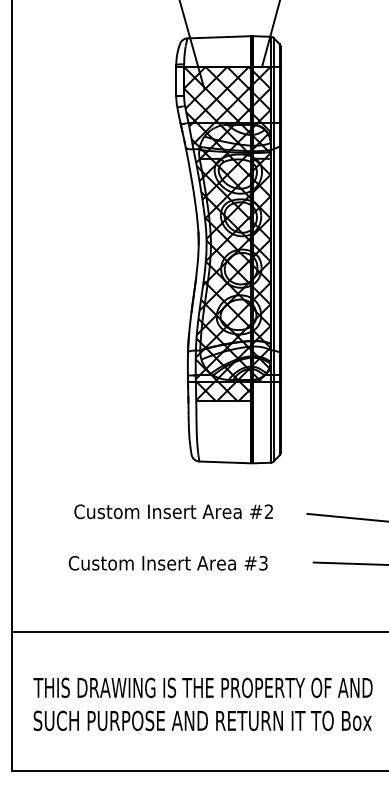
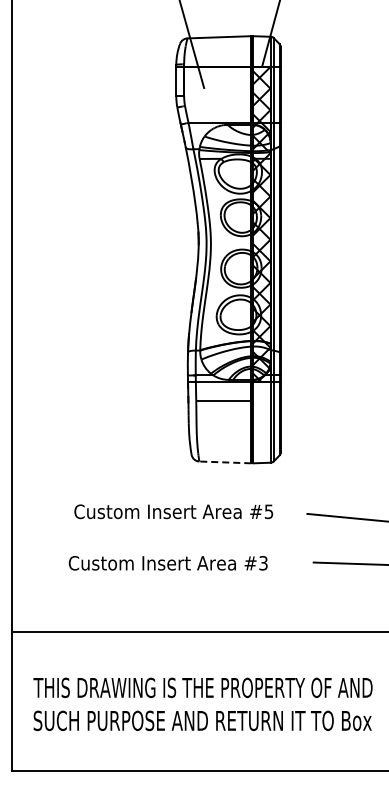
hatch at (217, 233): present -> none
line at (225, 462): solid -> dashed
text at (268, 511): #2 -> #5
